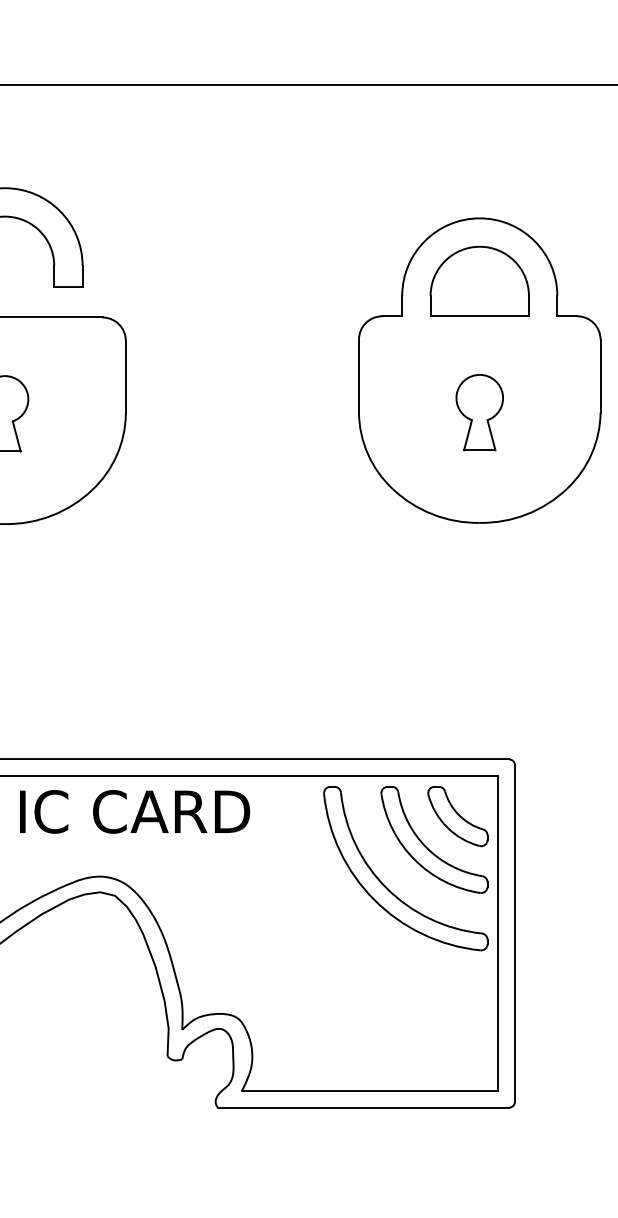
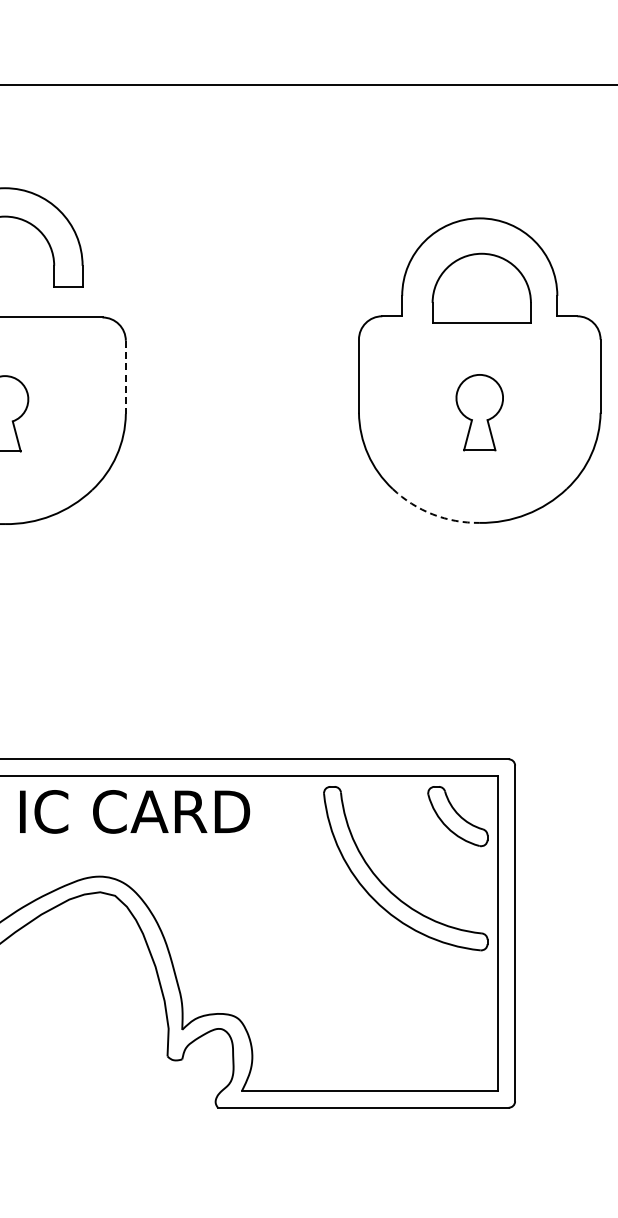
part at (479, 280) position: (479, 280) -> (481, 287)
line at (125, 377): solid -> dashed
arc at (432, 514): solid -> dashed
part at (426, 846): present -> none
